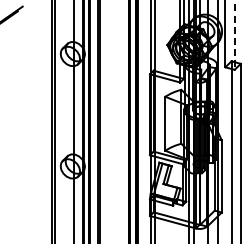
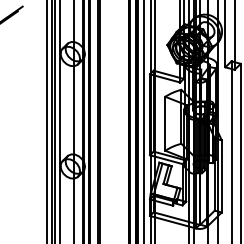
line at (234, 35): dashed -> solid
line at (47, 121): none -> present
line at (59, 121): none -> present
line at (144, 121): none -> present
